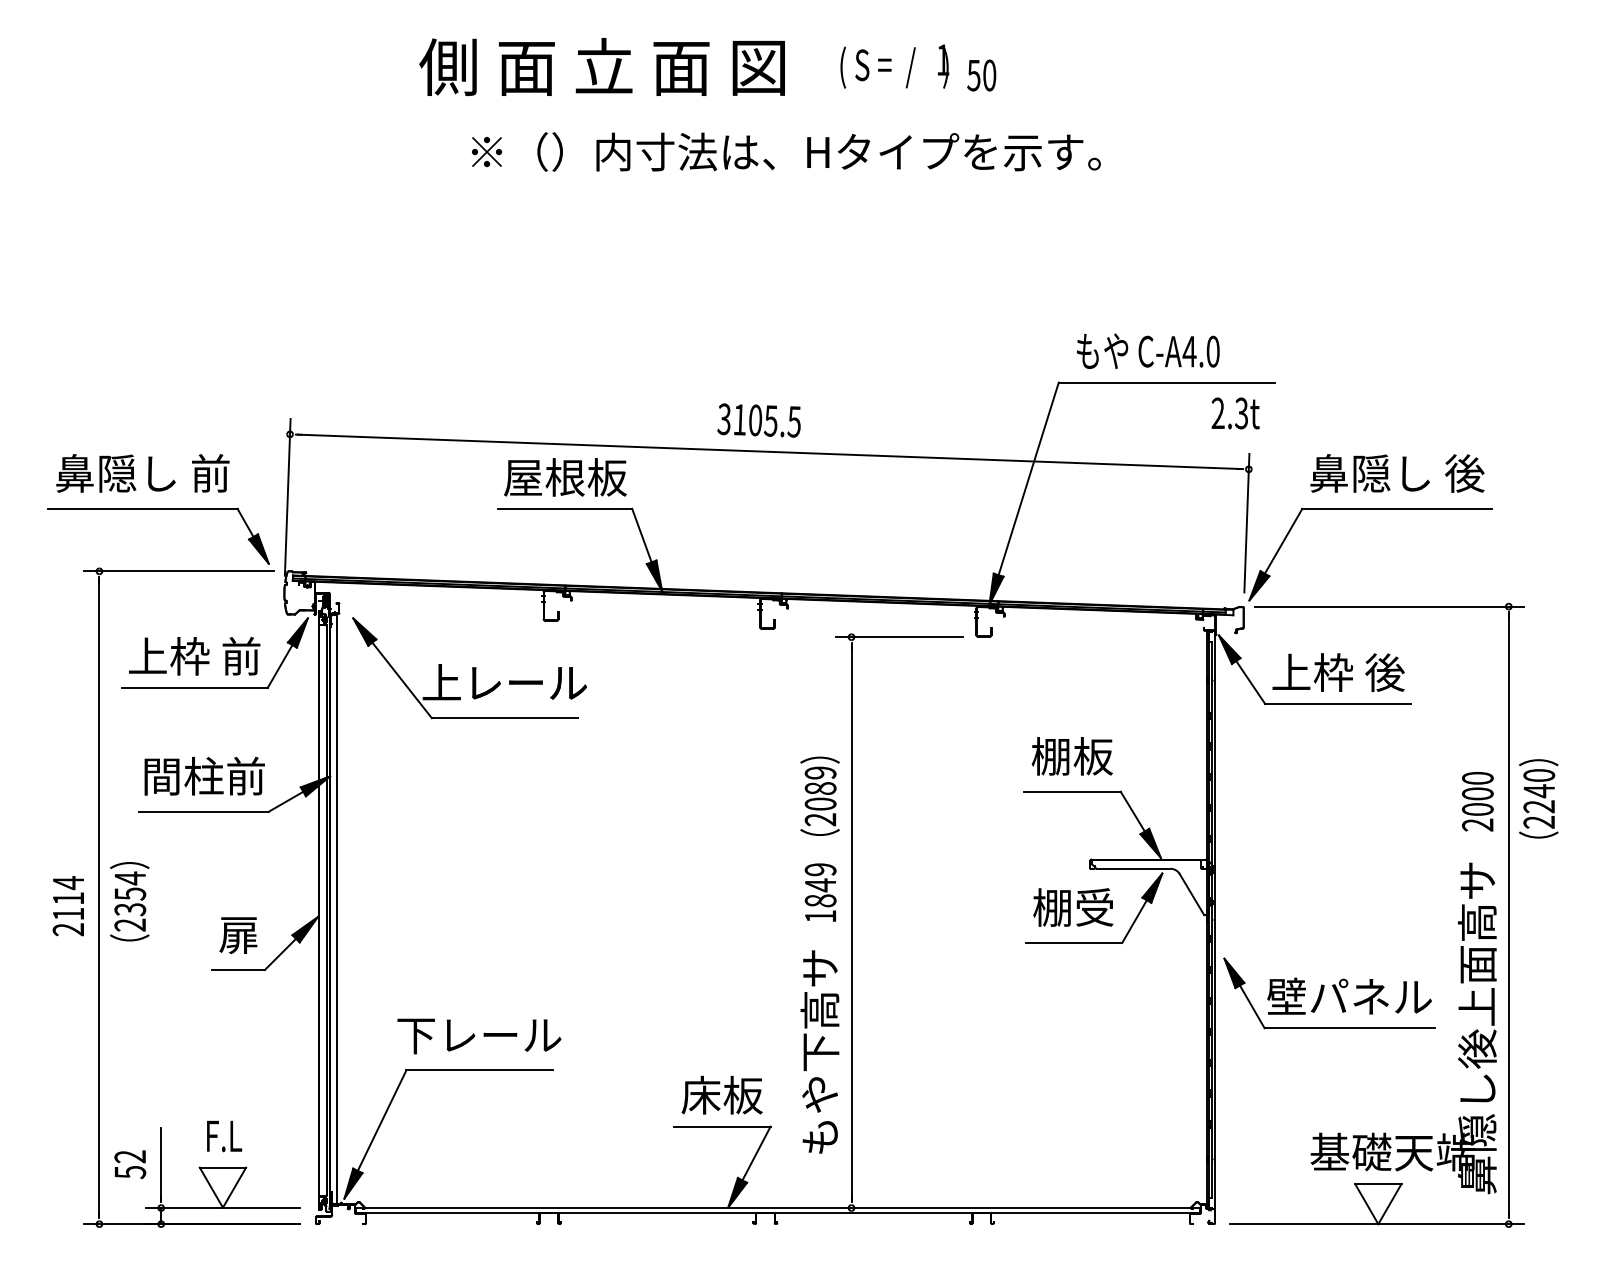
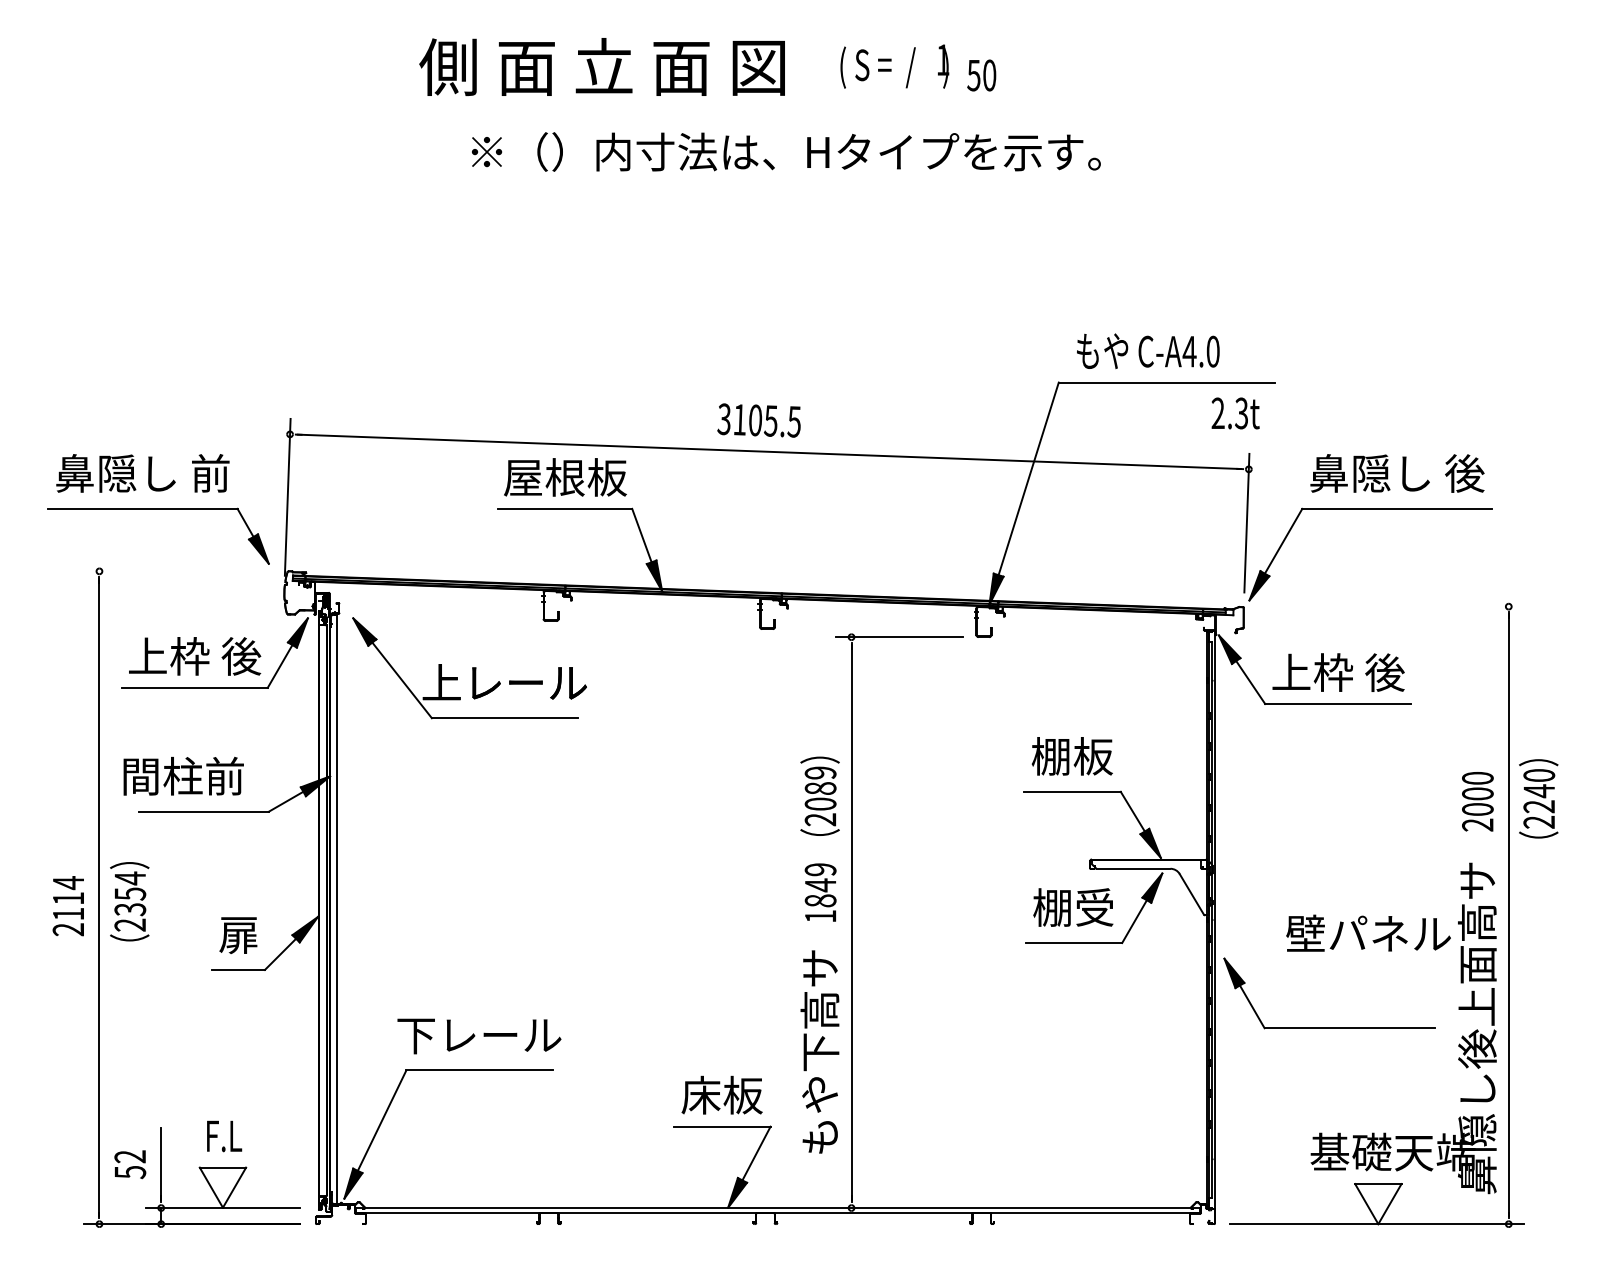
line at (178, 571): present -> none
line at (1389, 606): present -> none
text at (241, 656): 上枠 前 -> 上枠 後
text at (204, 775) position: (204, 775) -> (183, 775)
text at (1349, 995) position: (1349, 995) -> (1368, 932)
